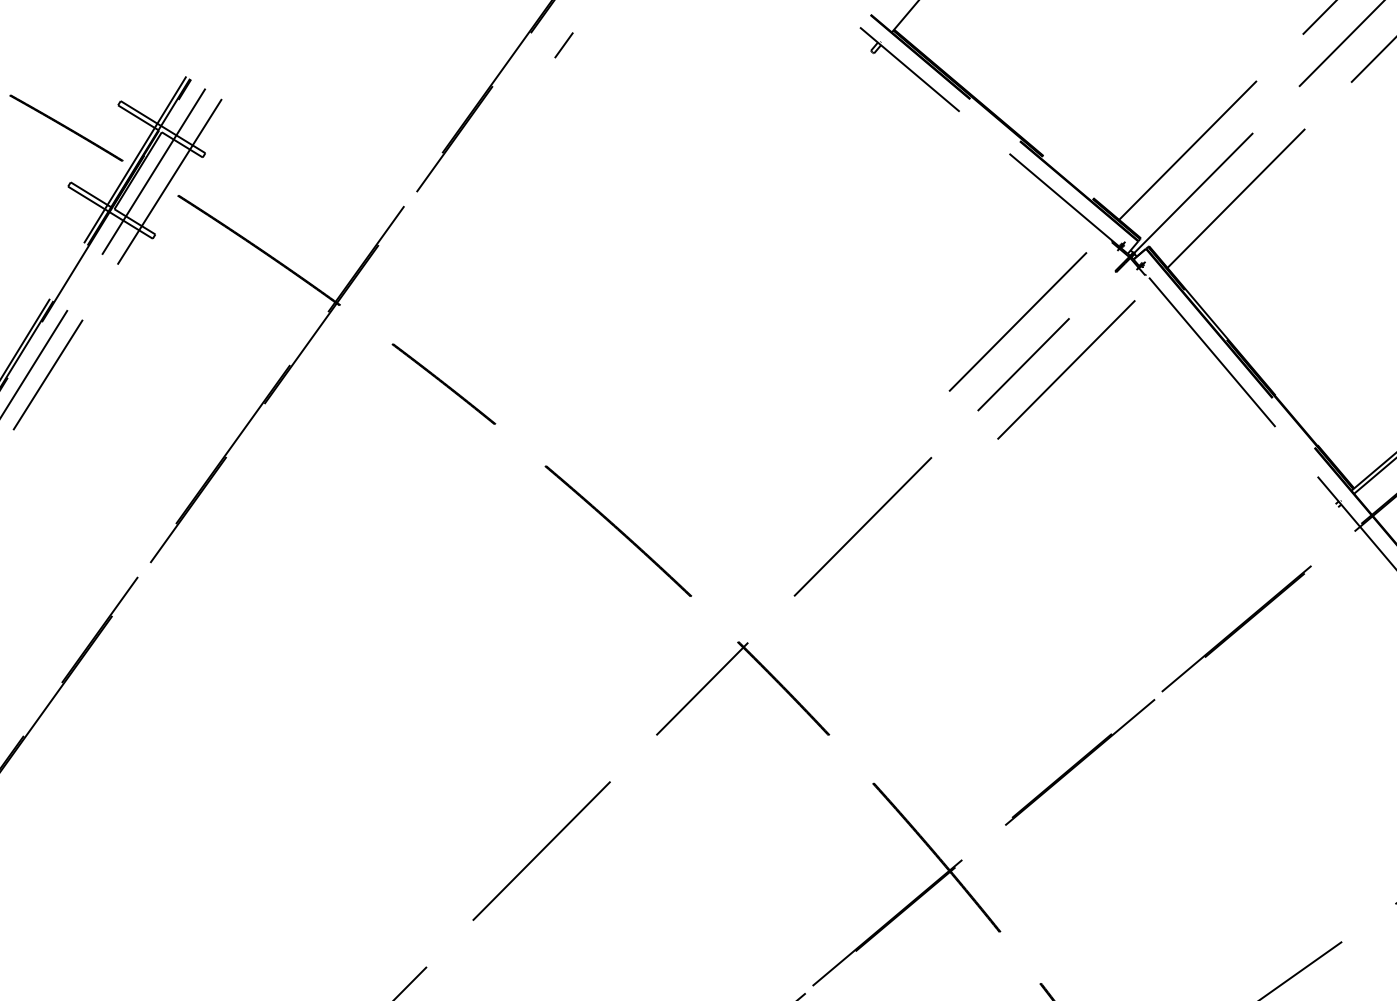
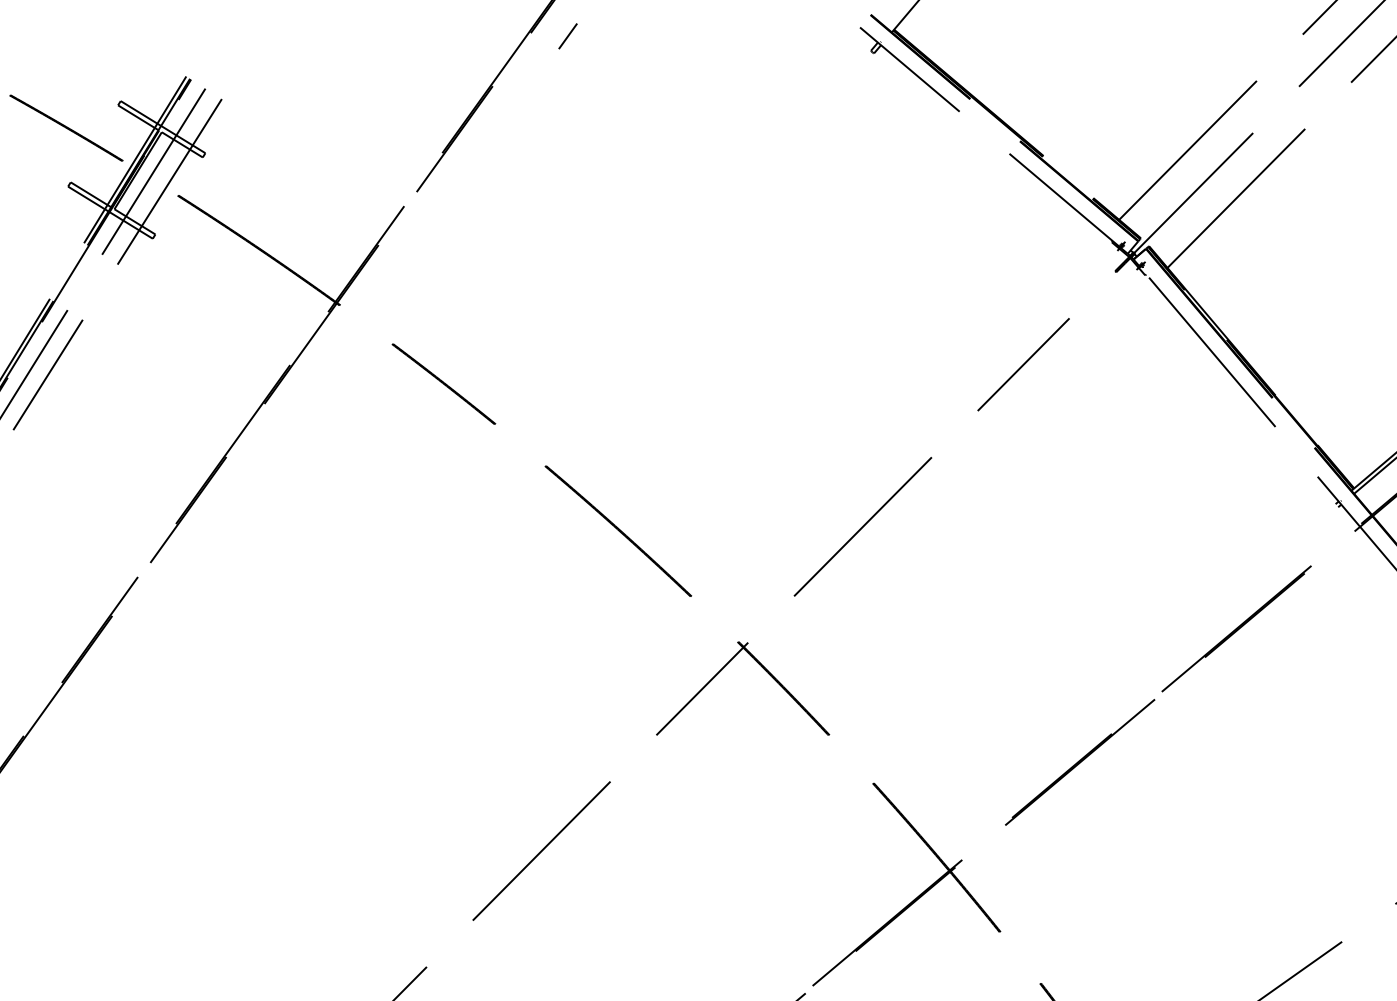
line at (563, 45) position: (563, 45) -> (567, 36)
line at (1026, 312): present -> none
line at (1075, 360): present -> none
